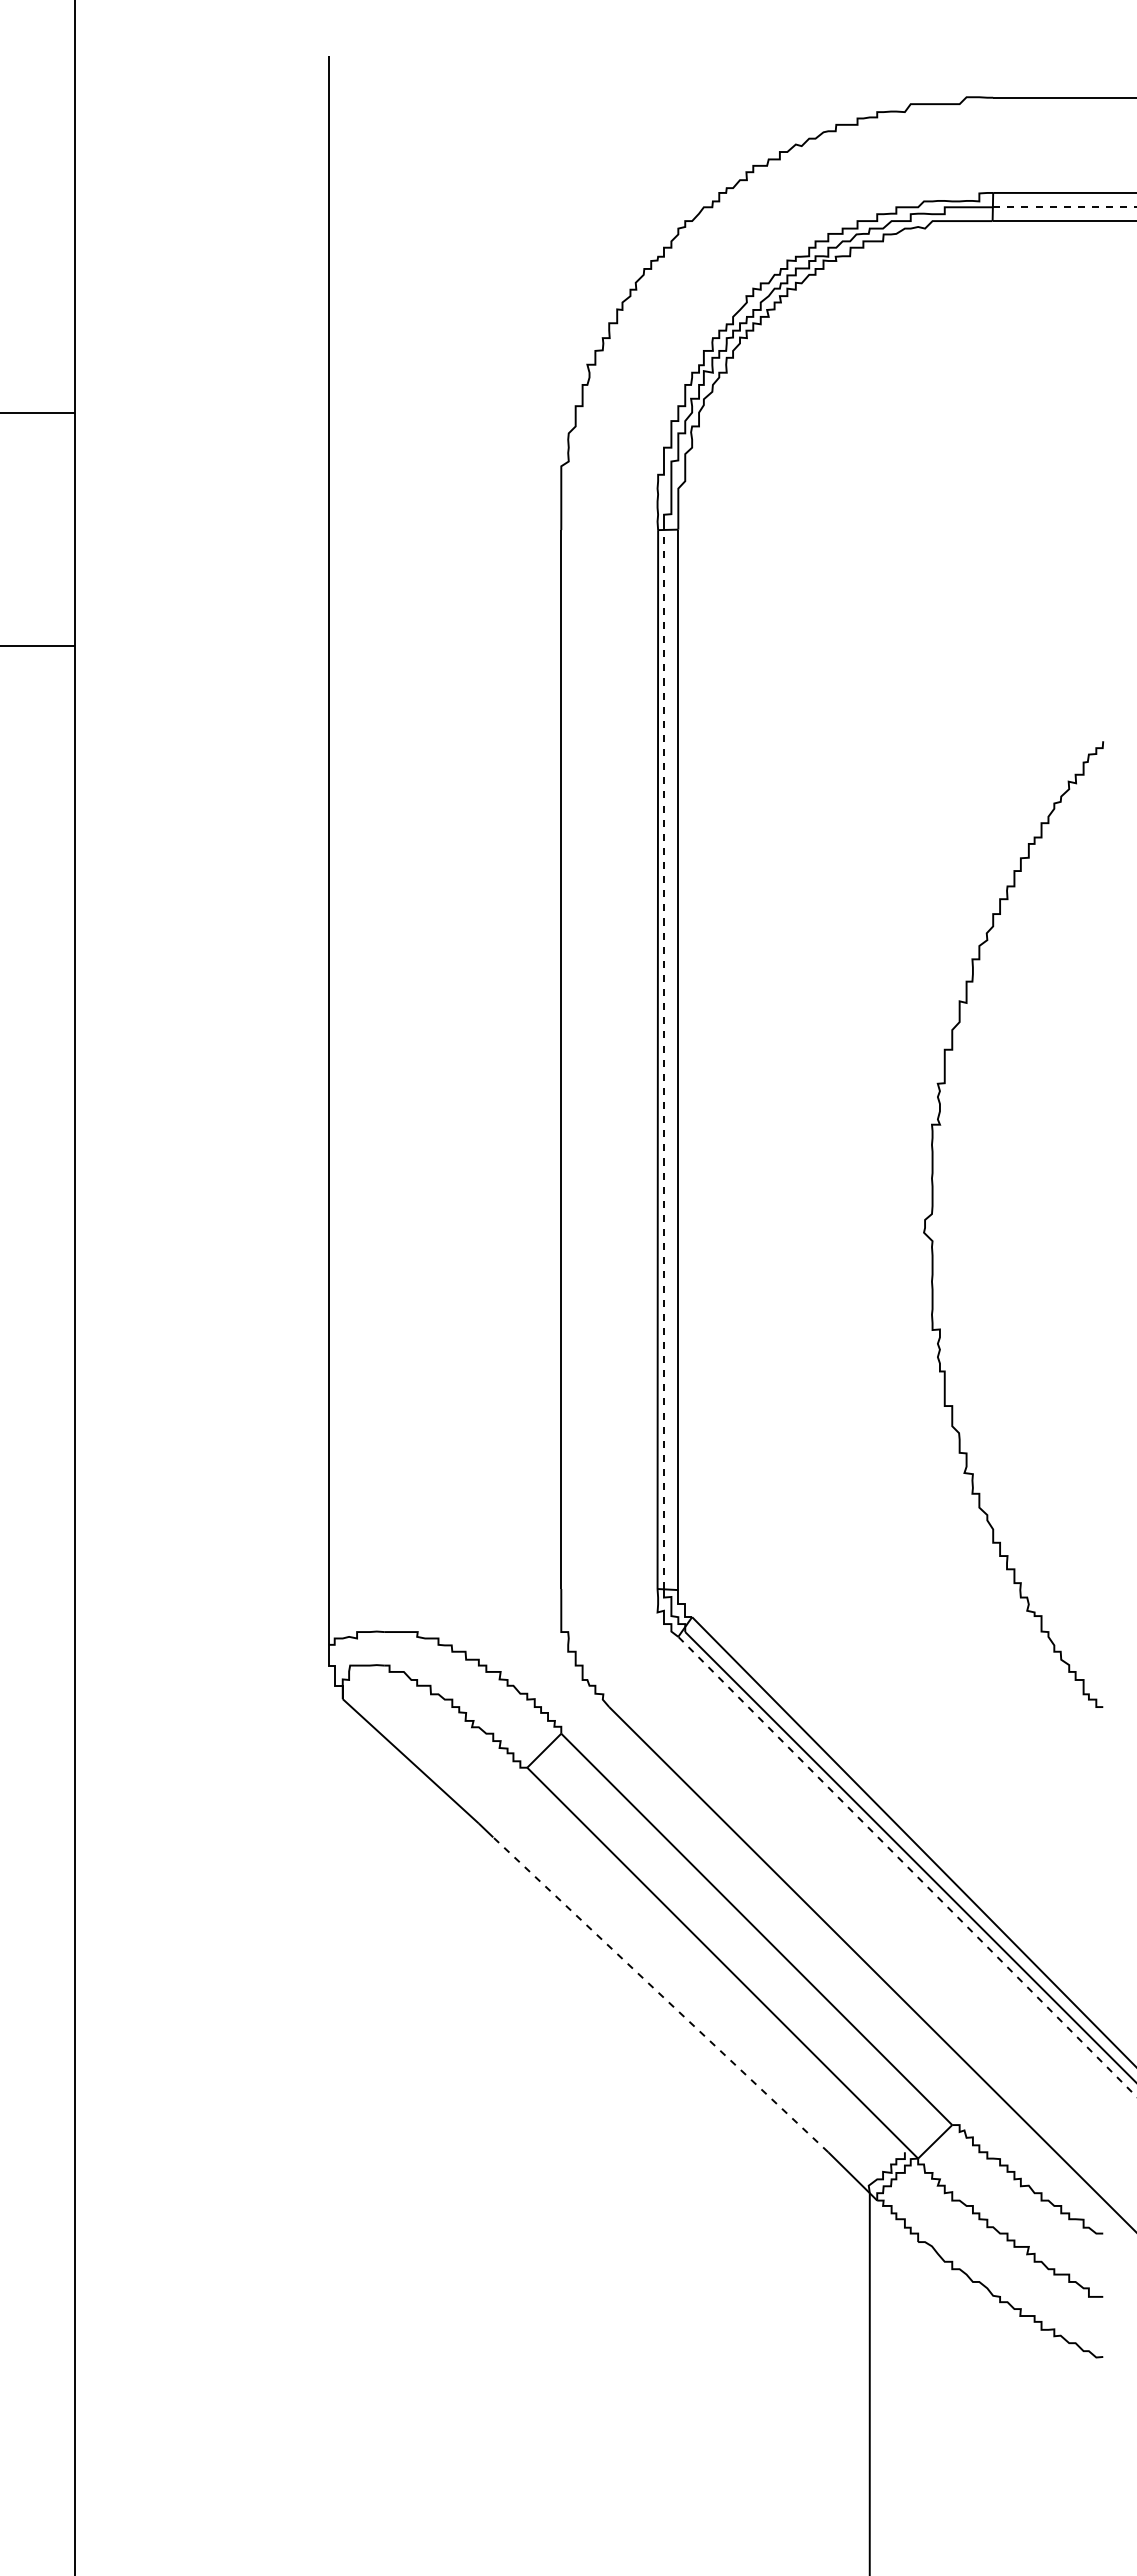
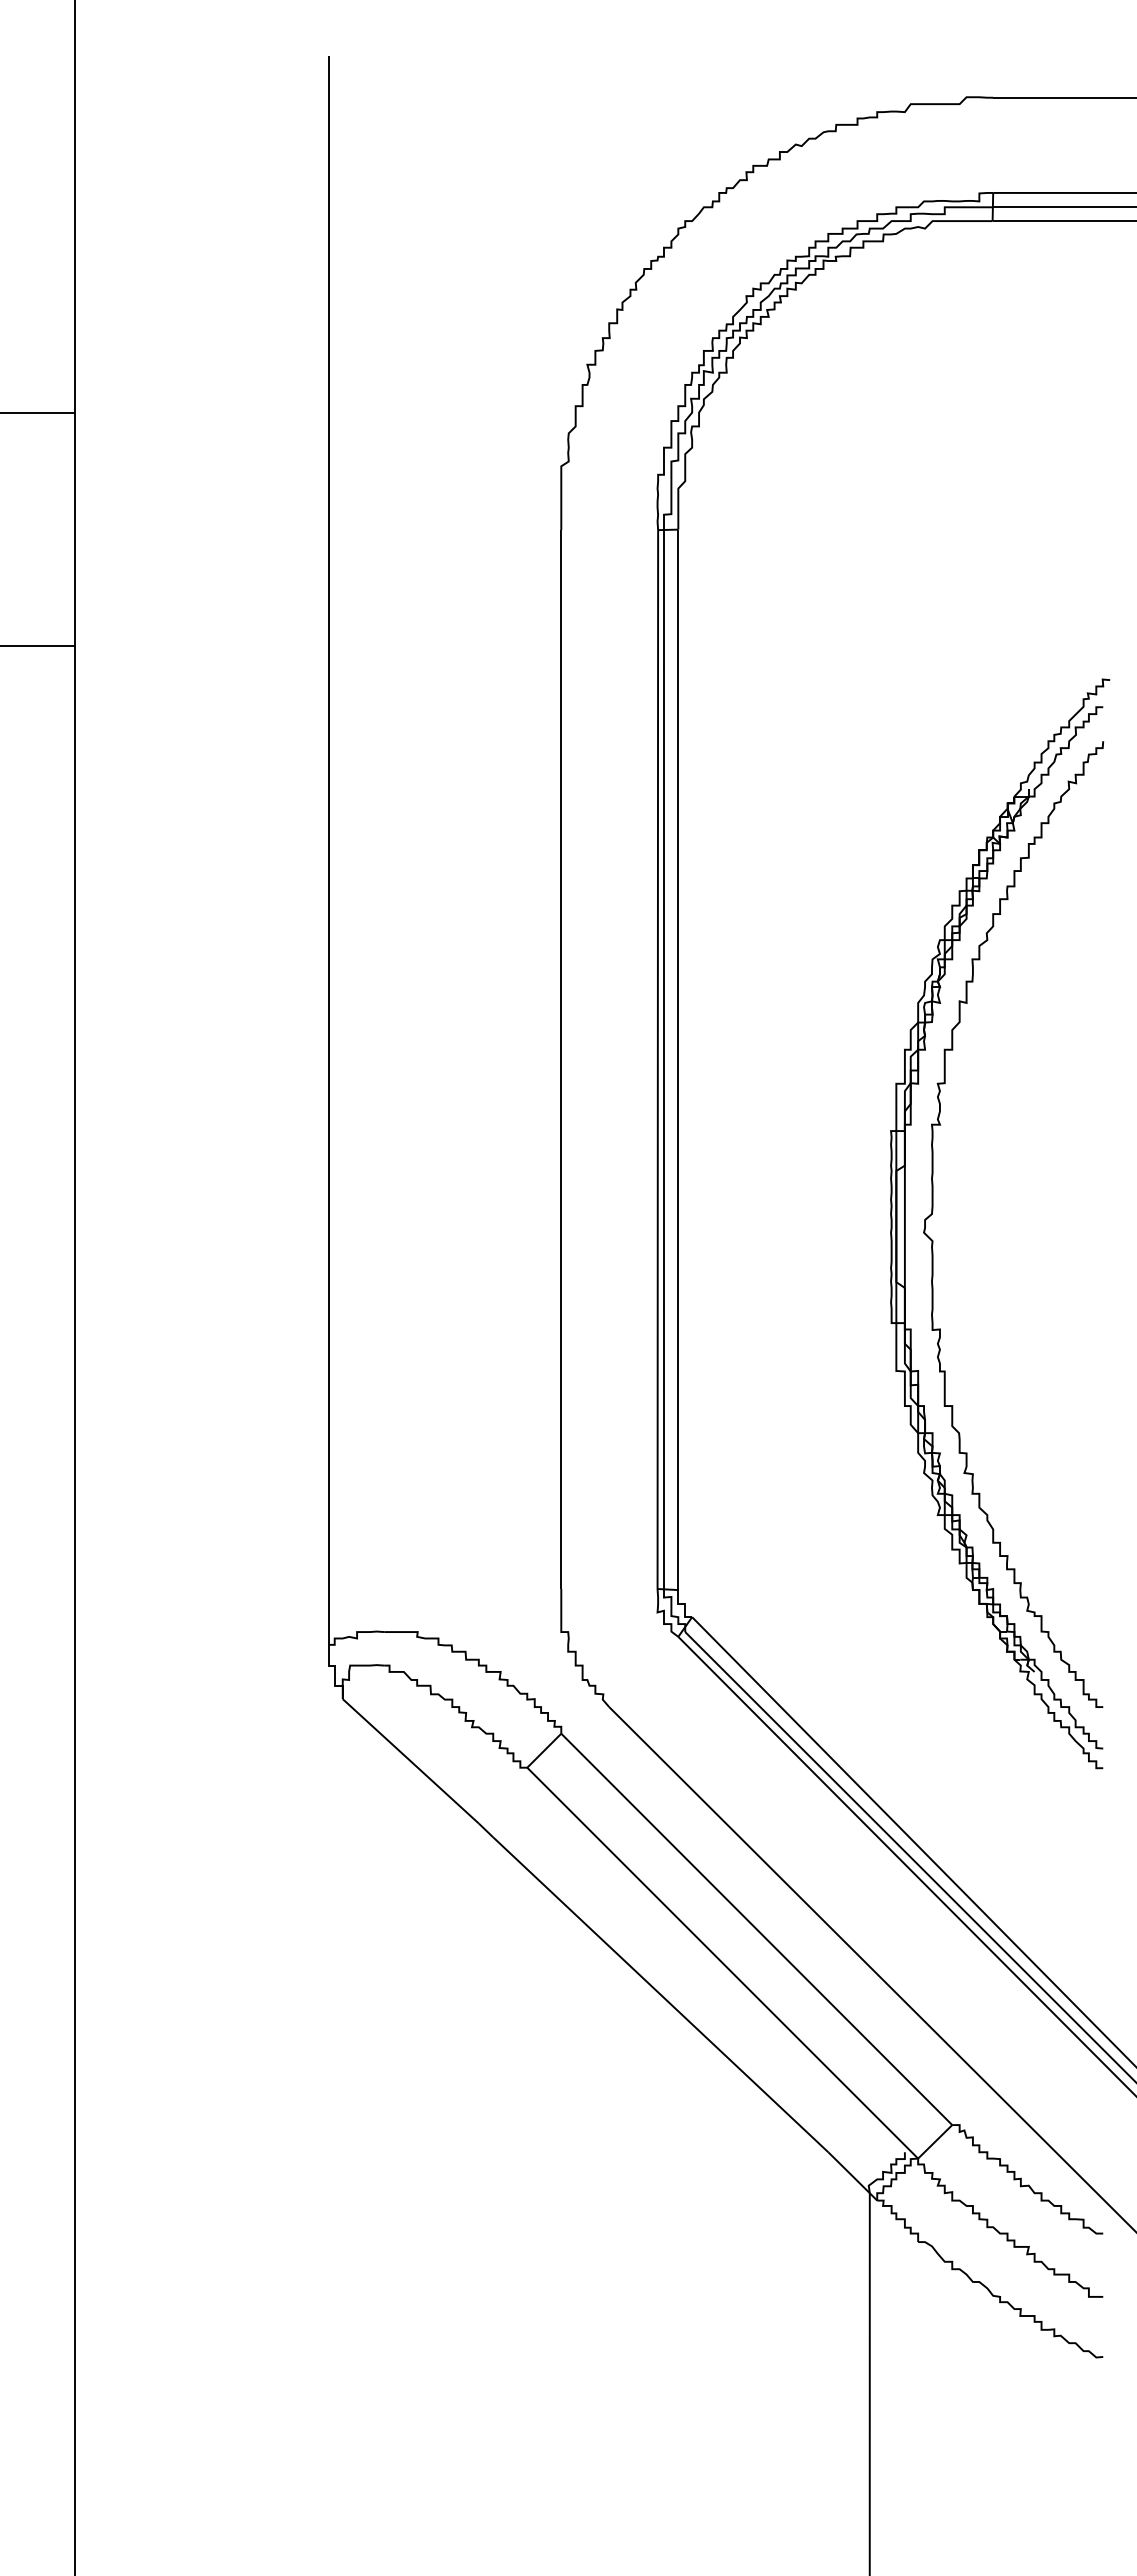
line at (1065, 207): dashed -> solid
line at (663, 1059): dashed -> solid
part at (905, 1223): none -> present
line at (907, 1866): dashed -> solid
line at (660, 1994): dashed -> solid
